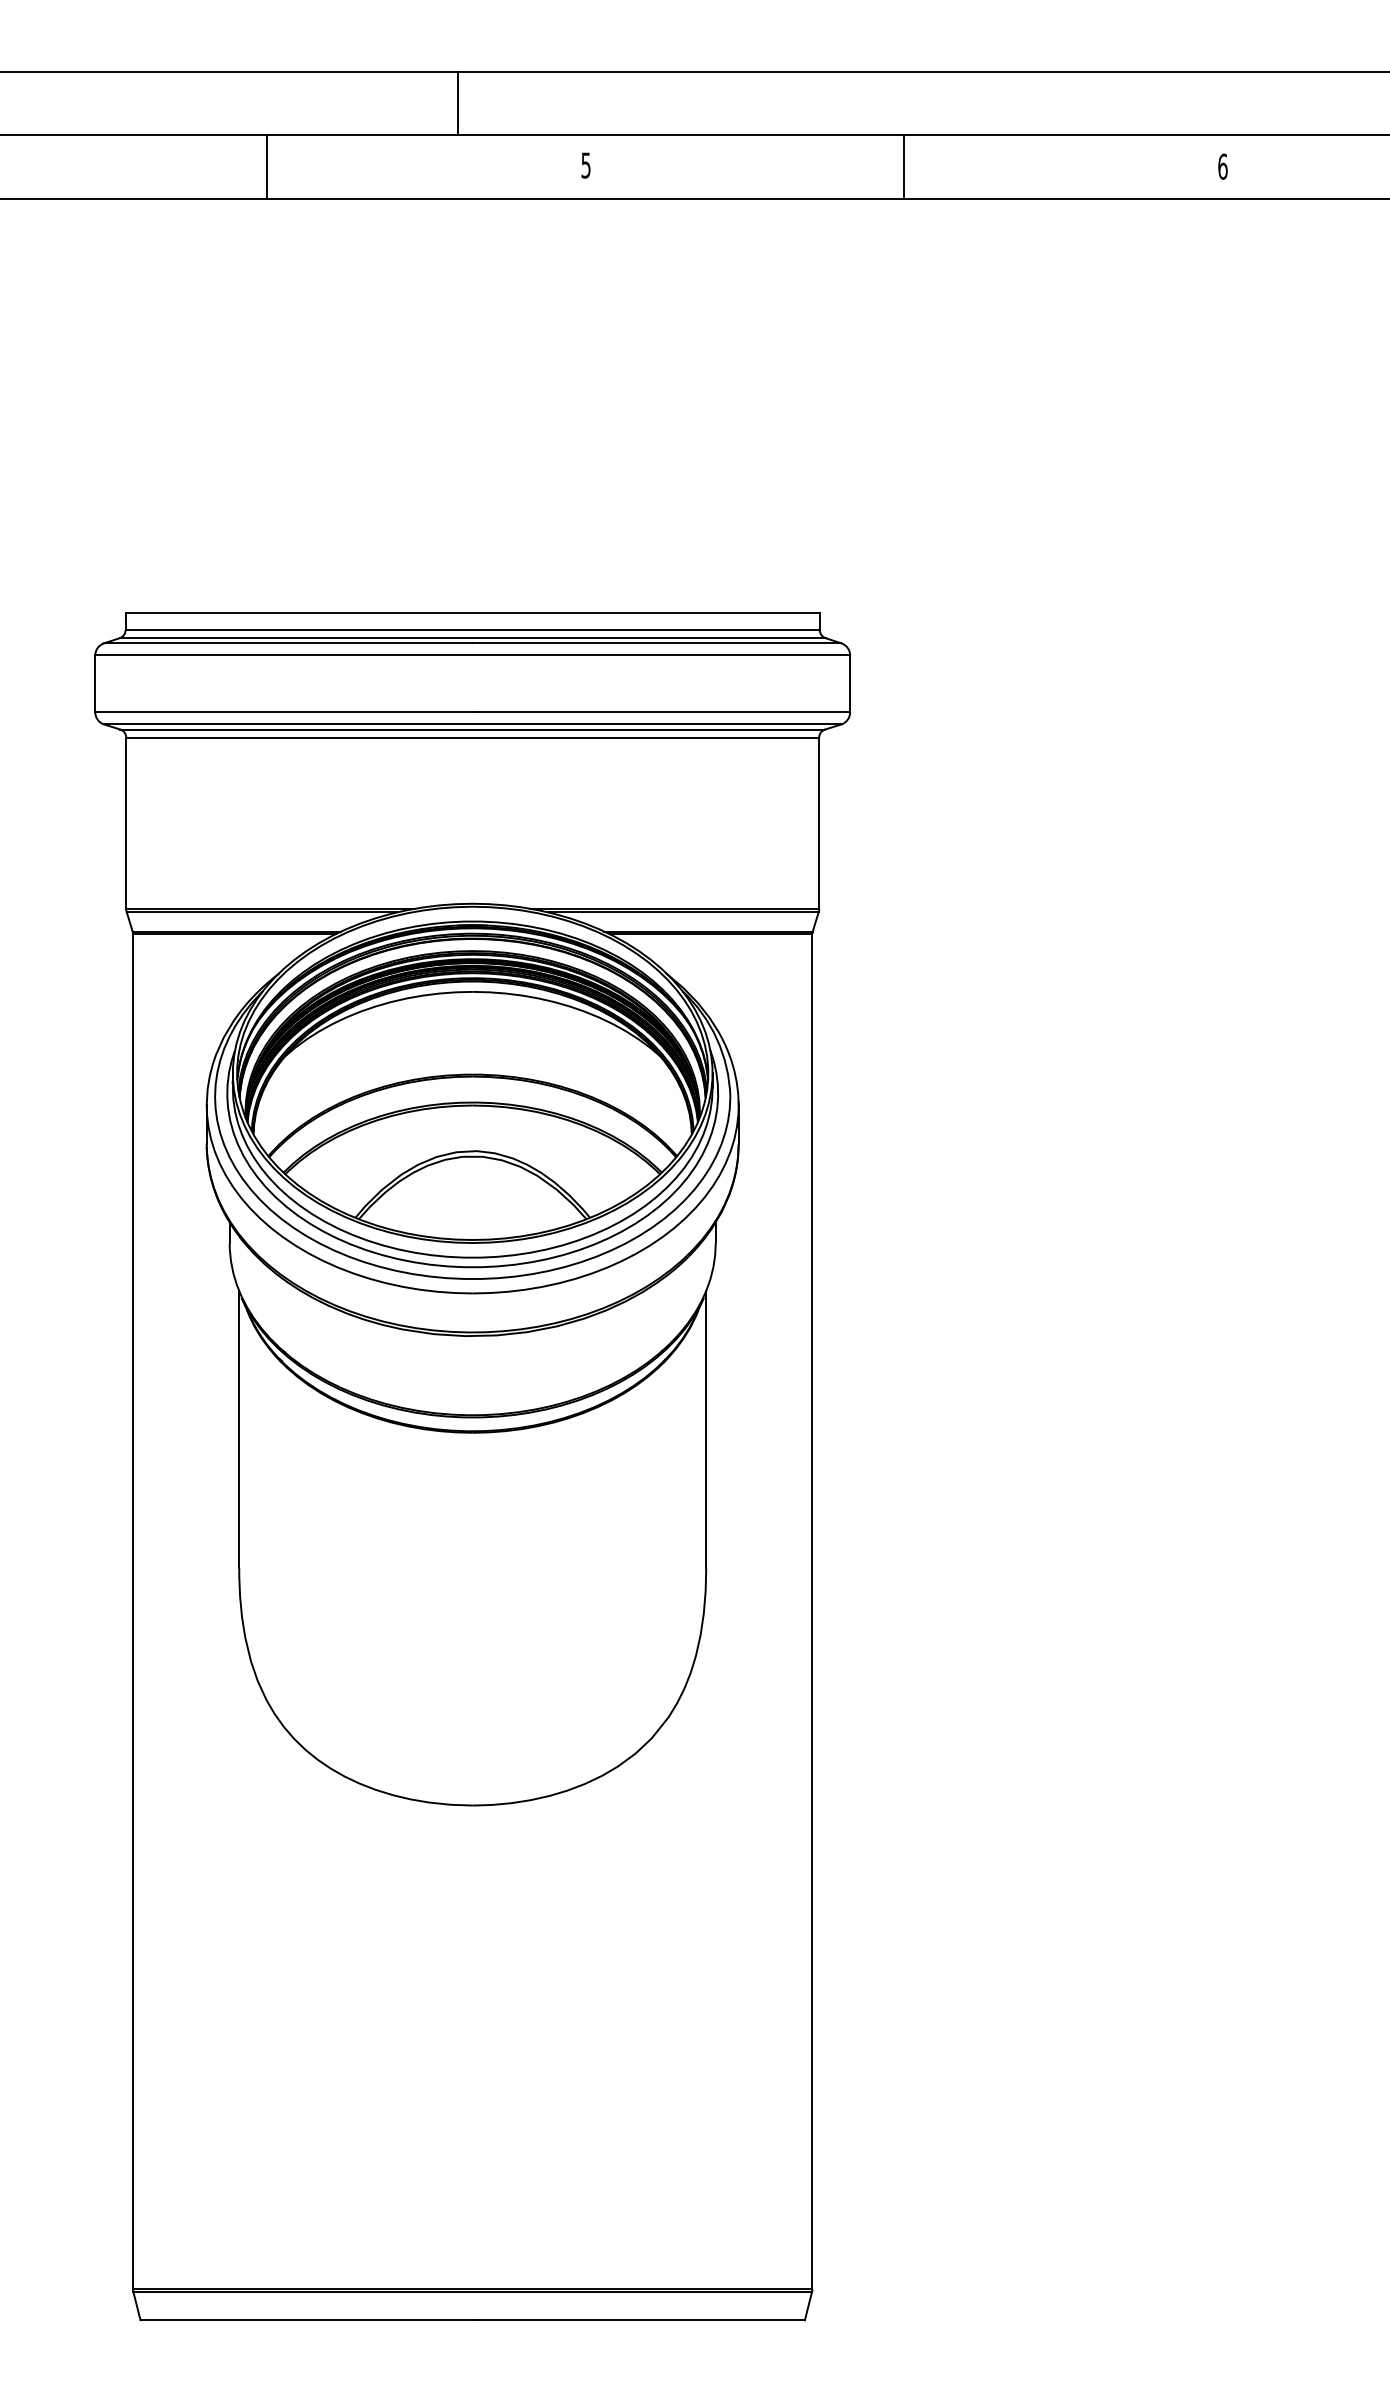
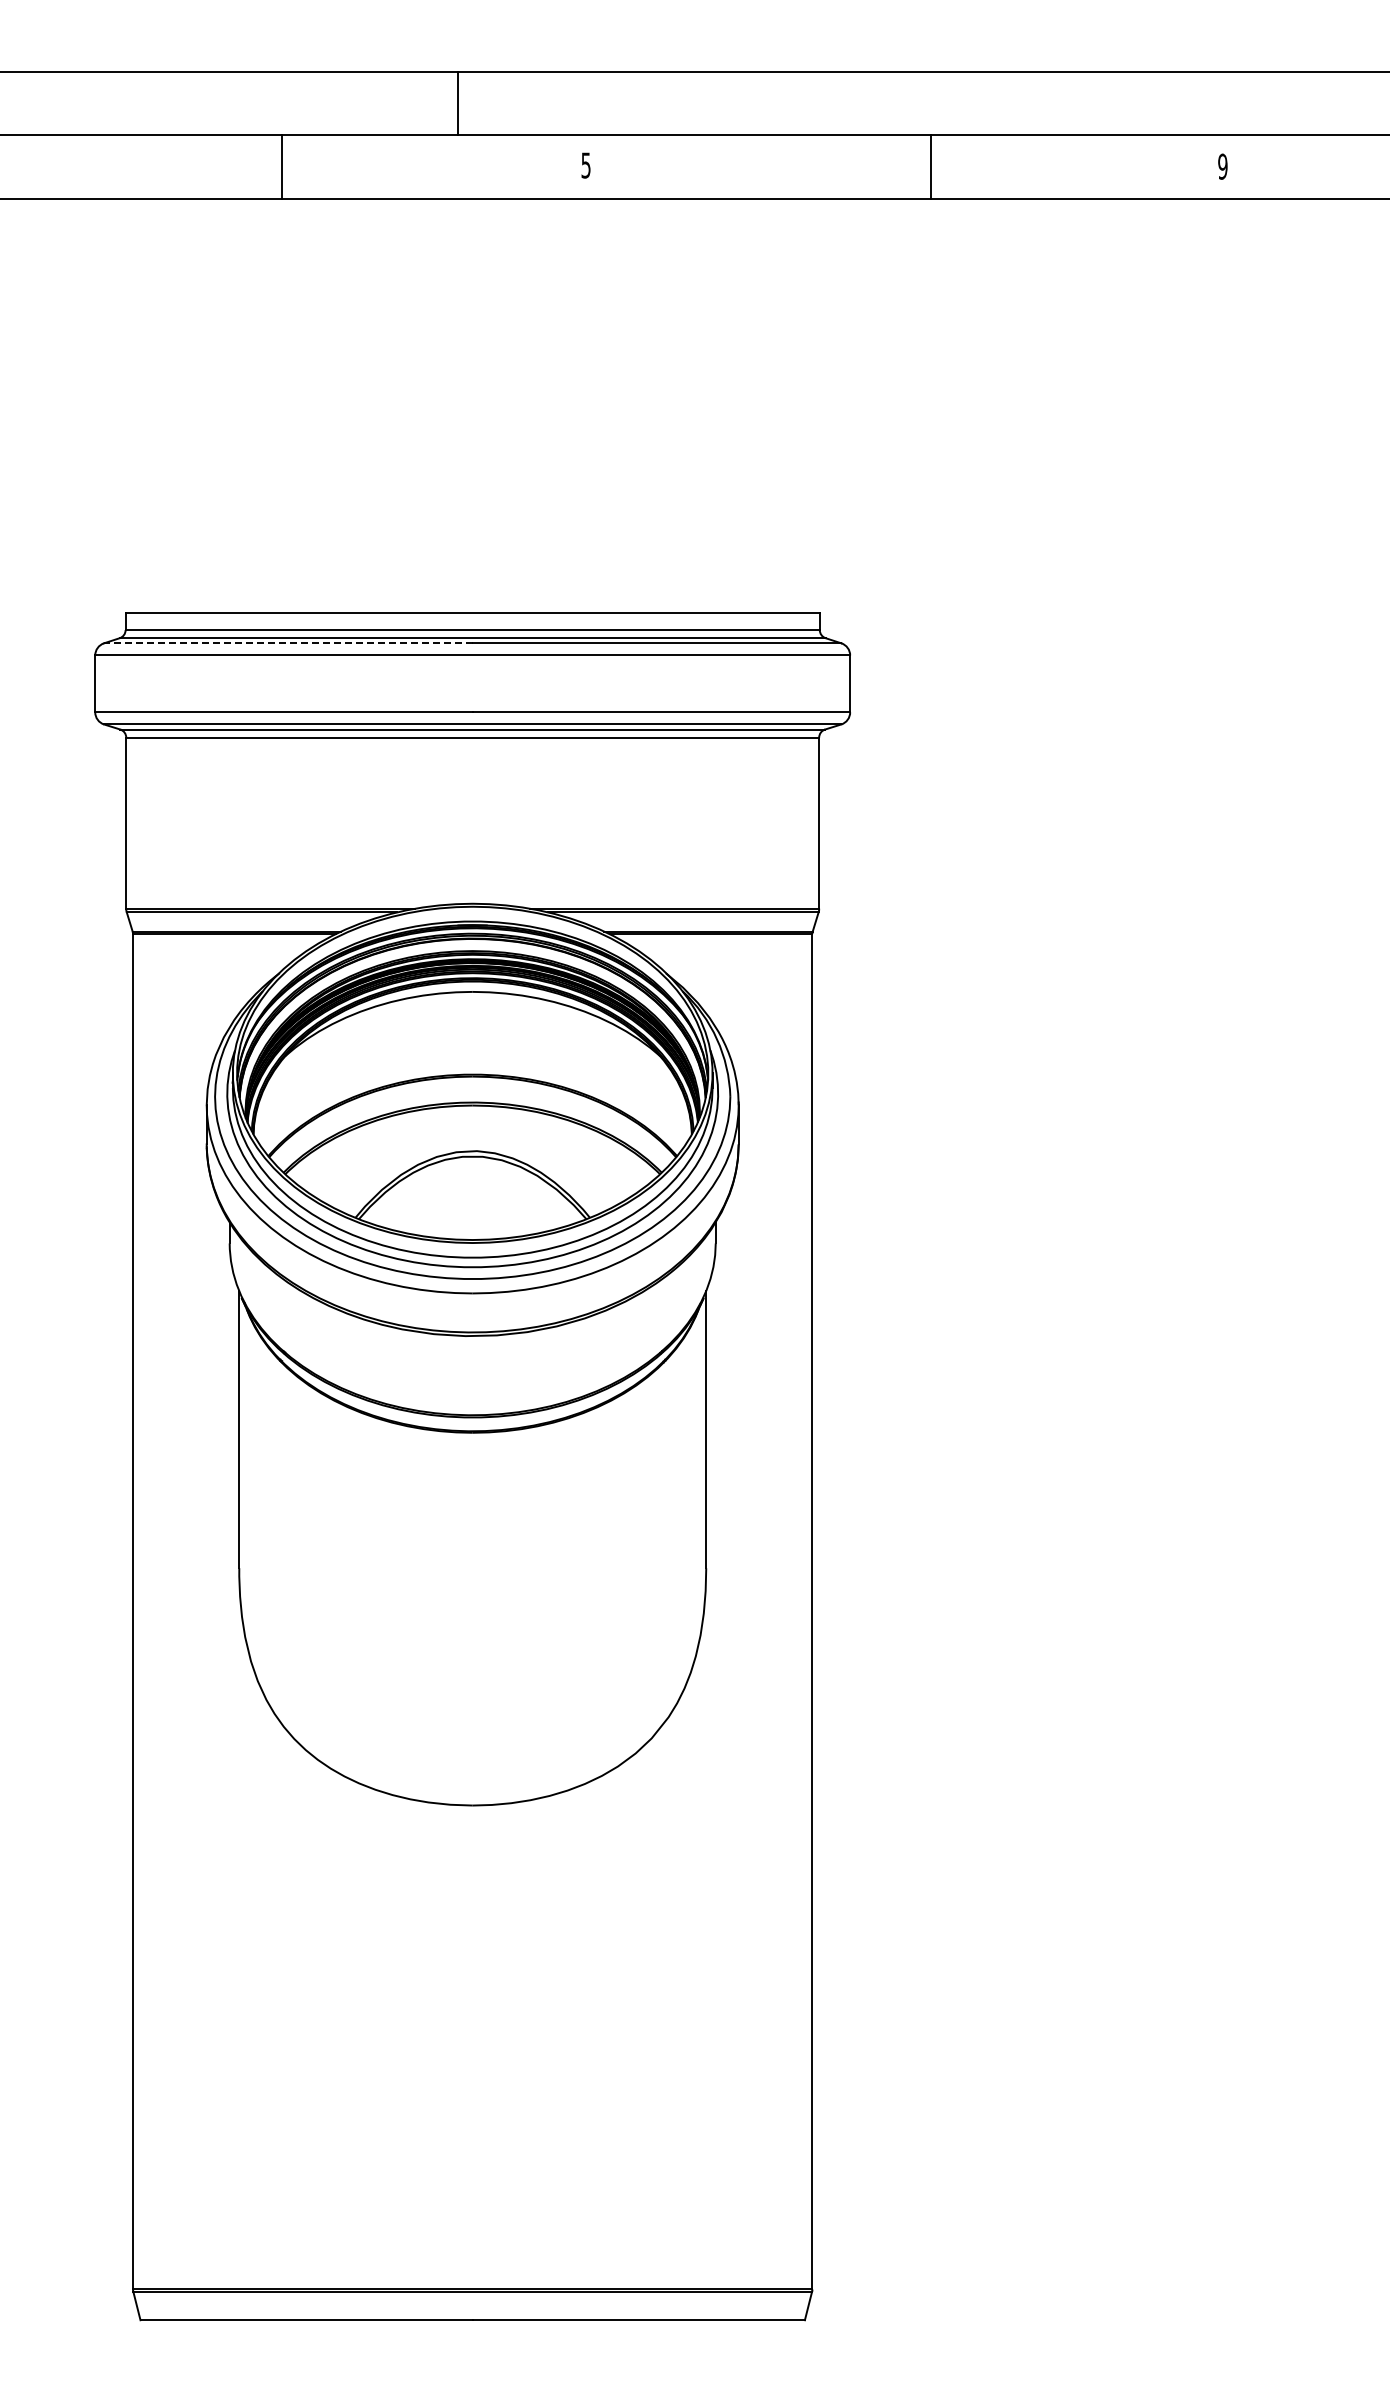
text at (1222, 166): 6 -> 9
line at (267, 167) position: (267, 167) -> (282, 167)
line at (904, 167) position: (904, 167) -> (931, 167)
line at (287, 643): solid -> dashed
